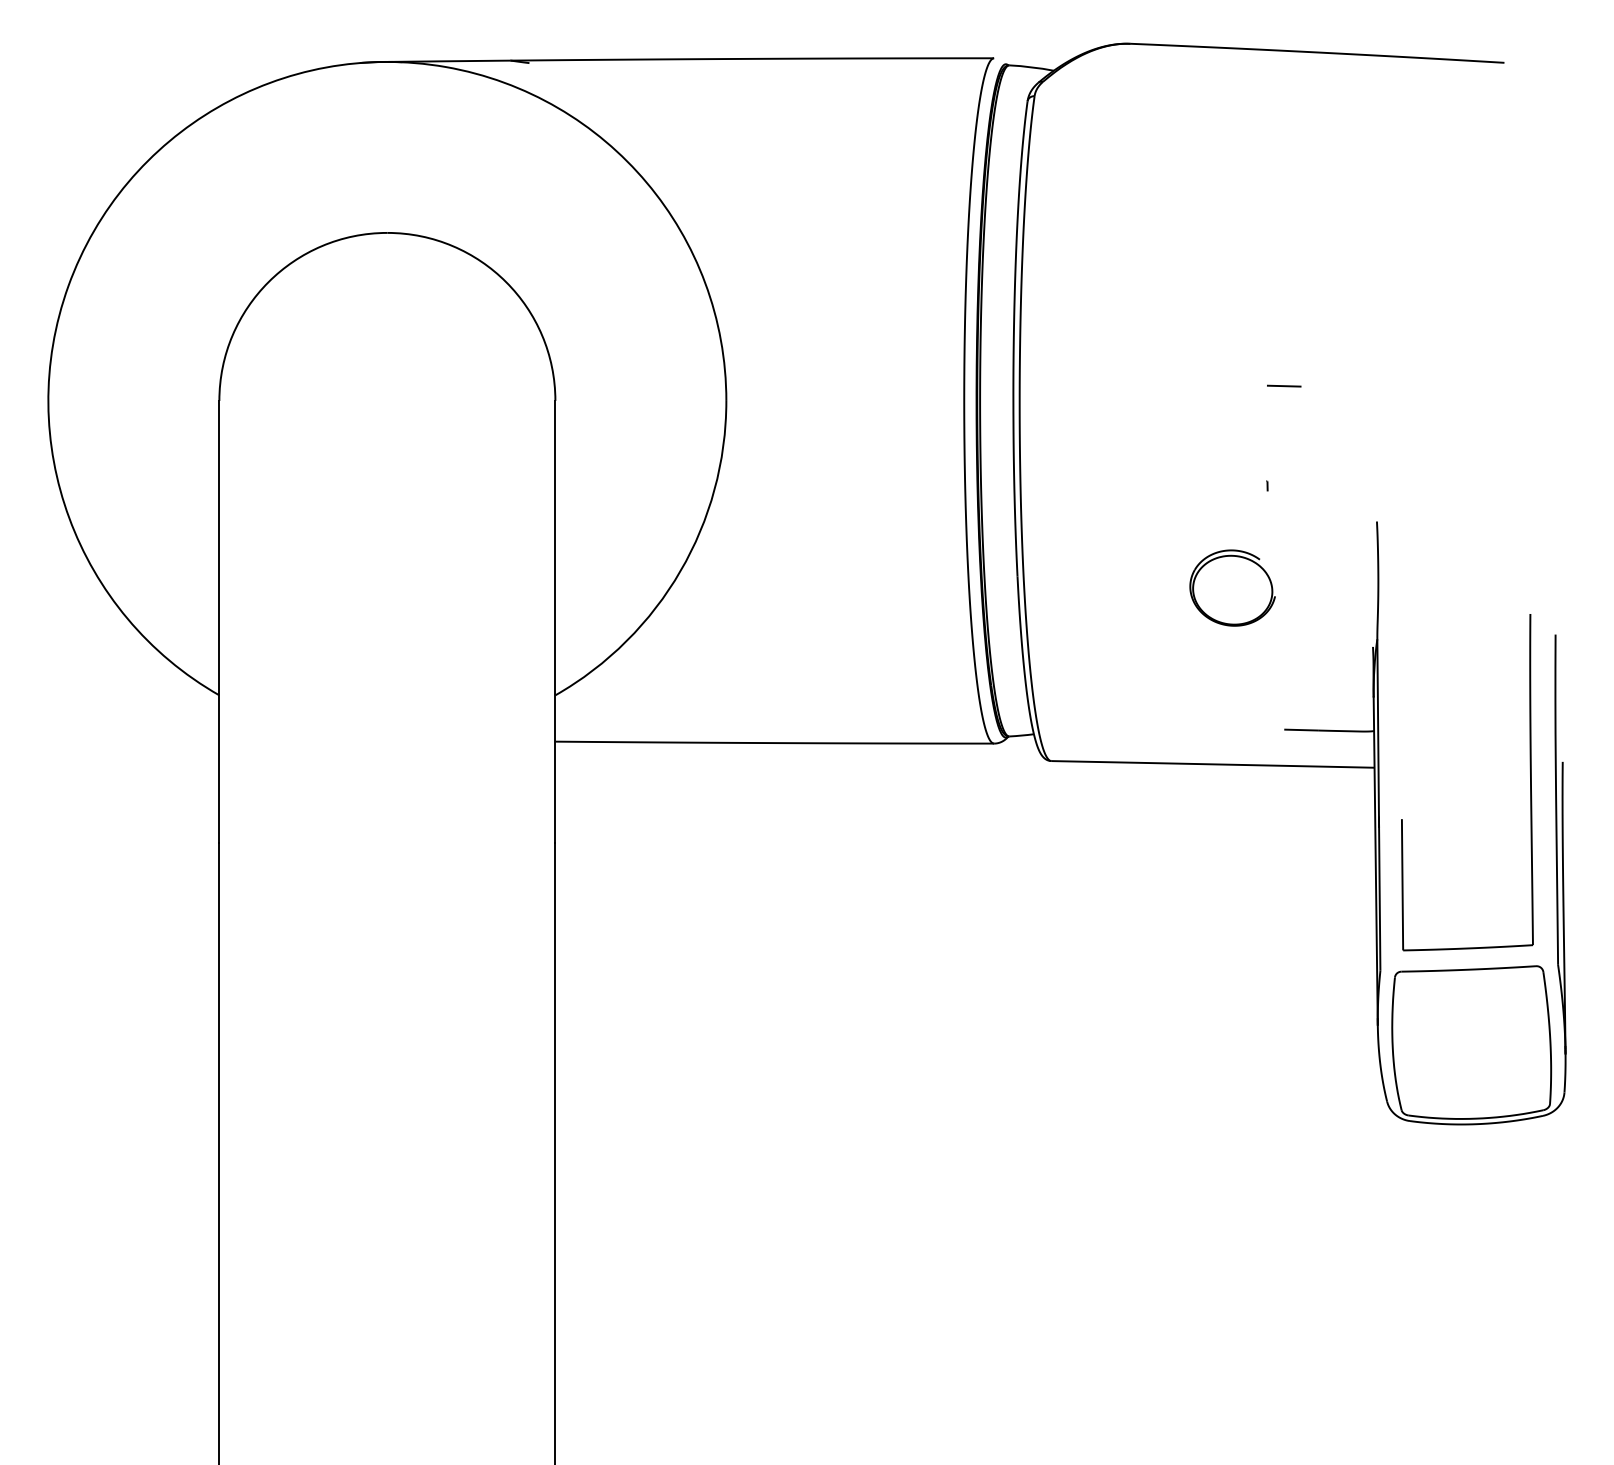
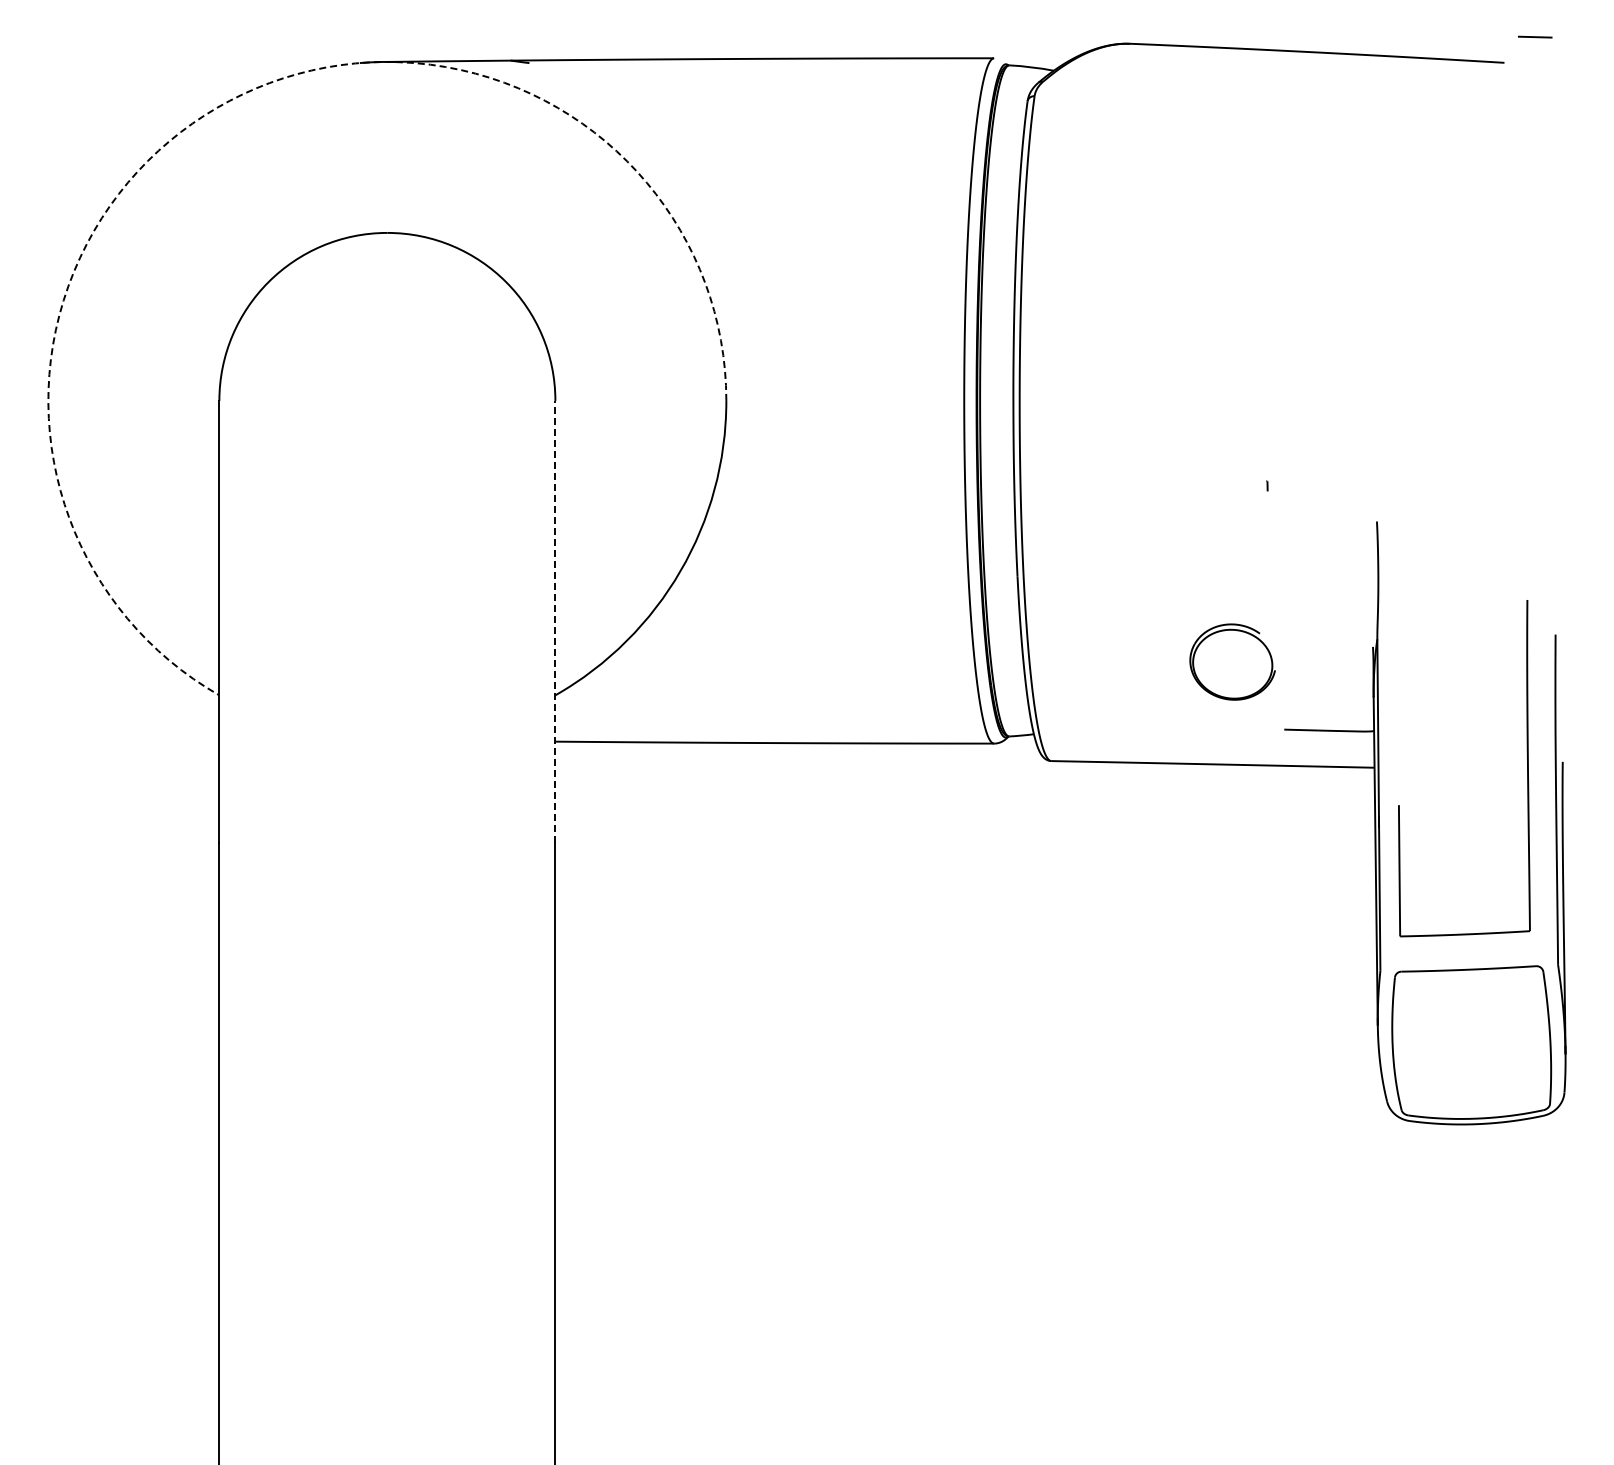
arc at (217, 107): solid -> dashed
line at (1284, 385) position: (1284, 385) -> (1535, 36)
part at (1232, 587) position: (1232, 587) -> (1232, 661)
line at (555, 621): solid -> dashed
part at (1530, 782) position: (1530, 782) -> (1527, 768)
